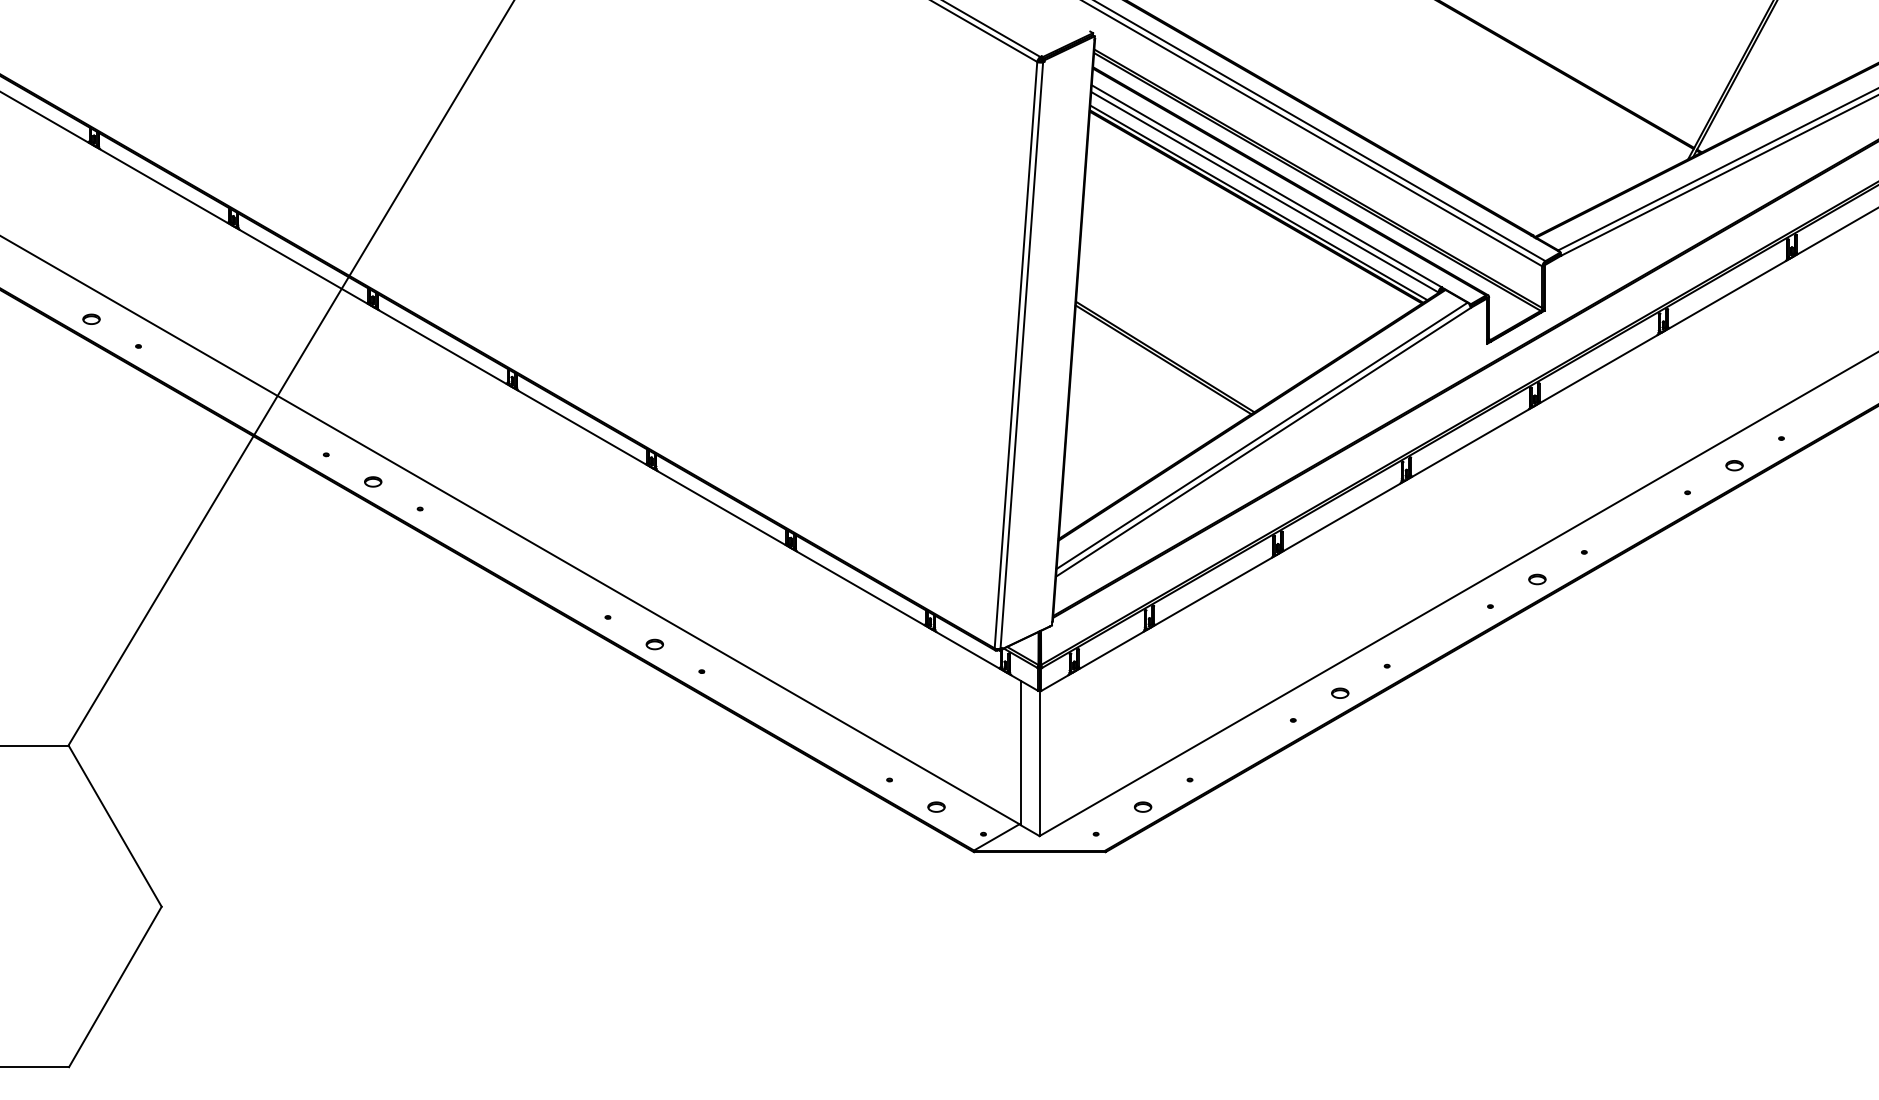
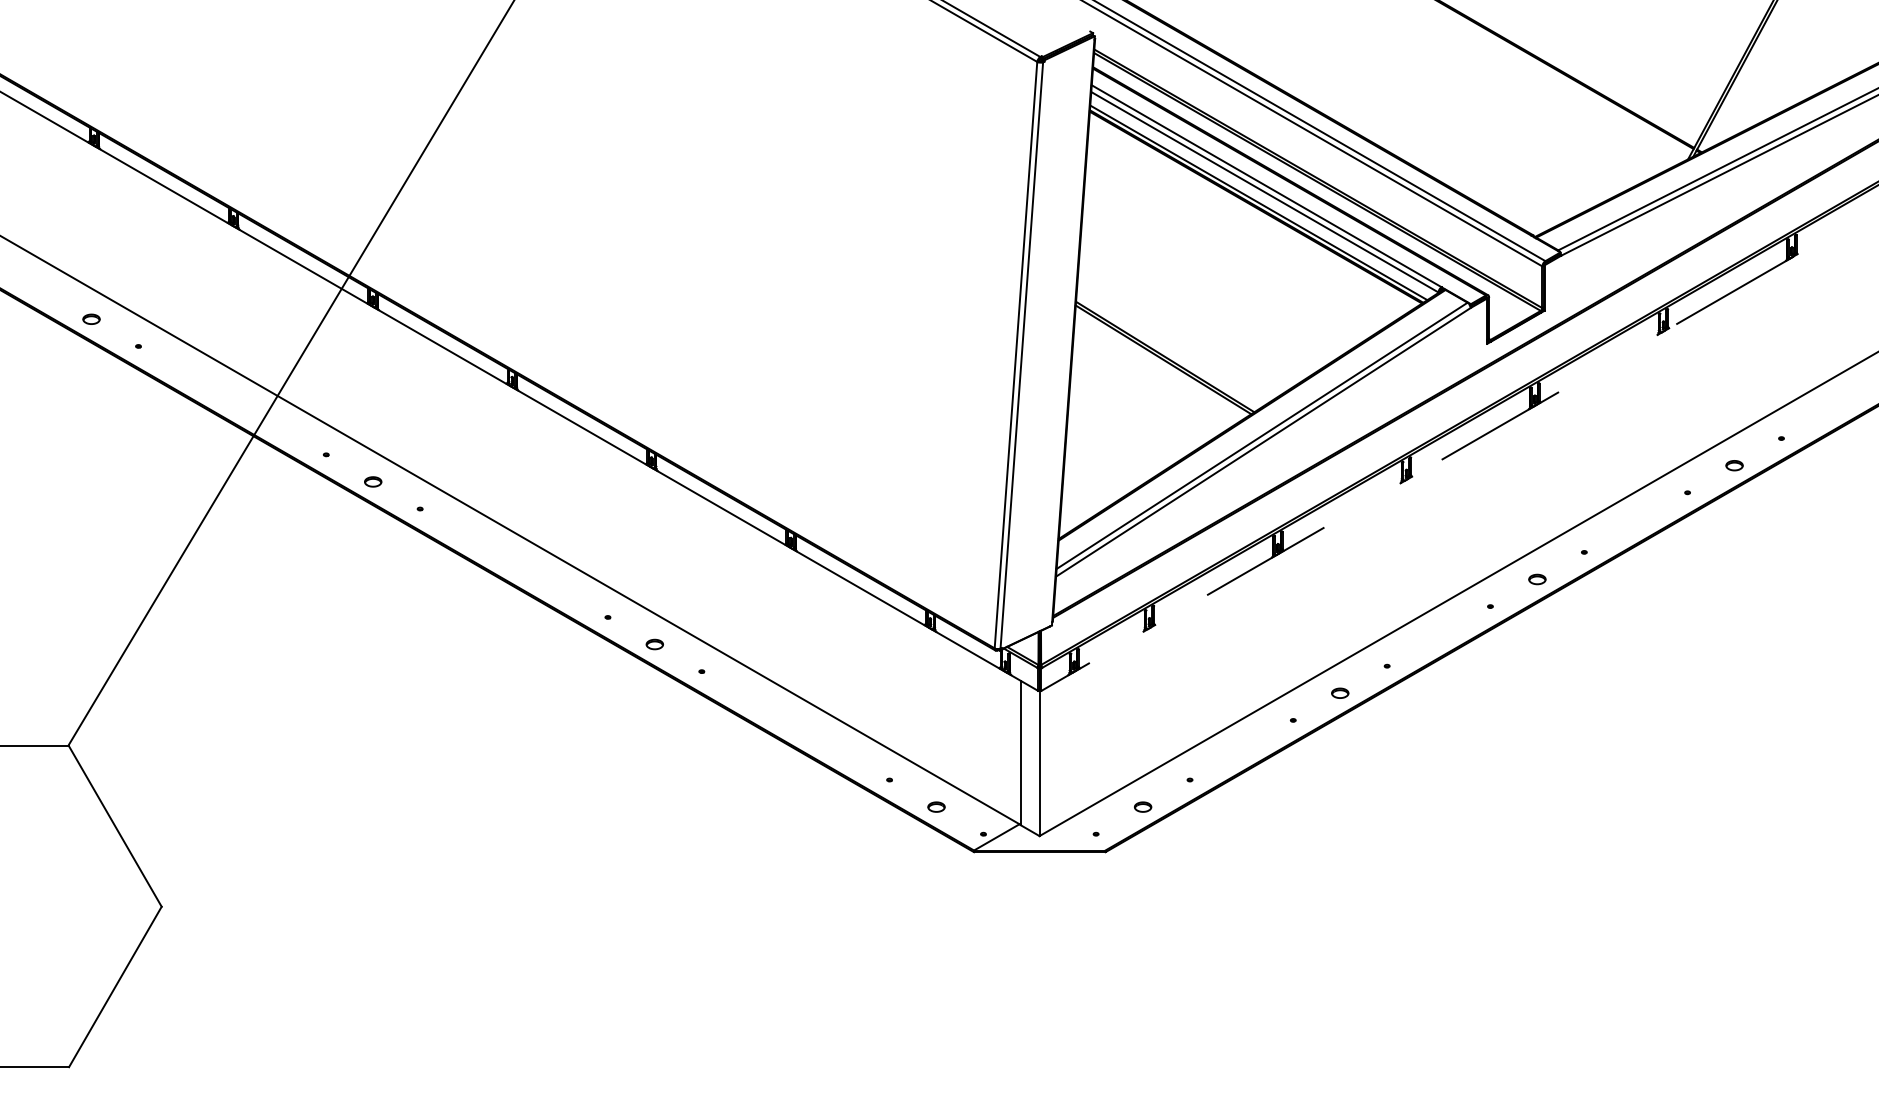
line at (1459, 449): solid -> dashed
